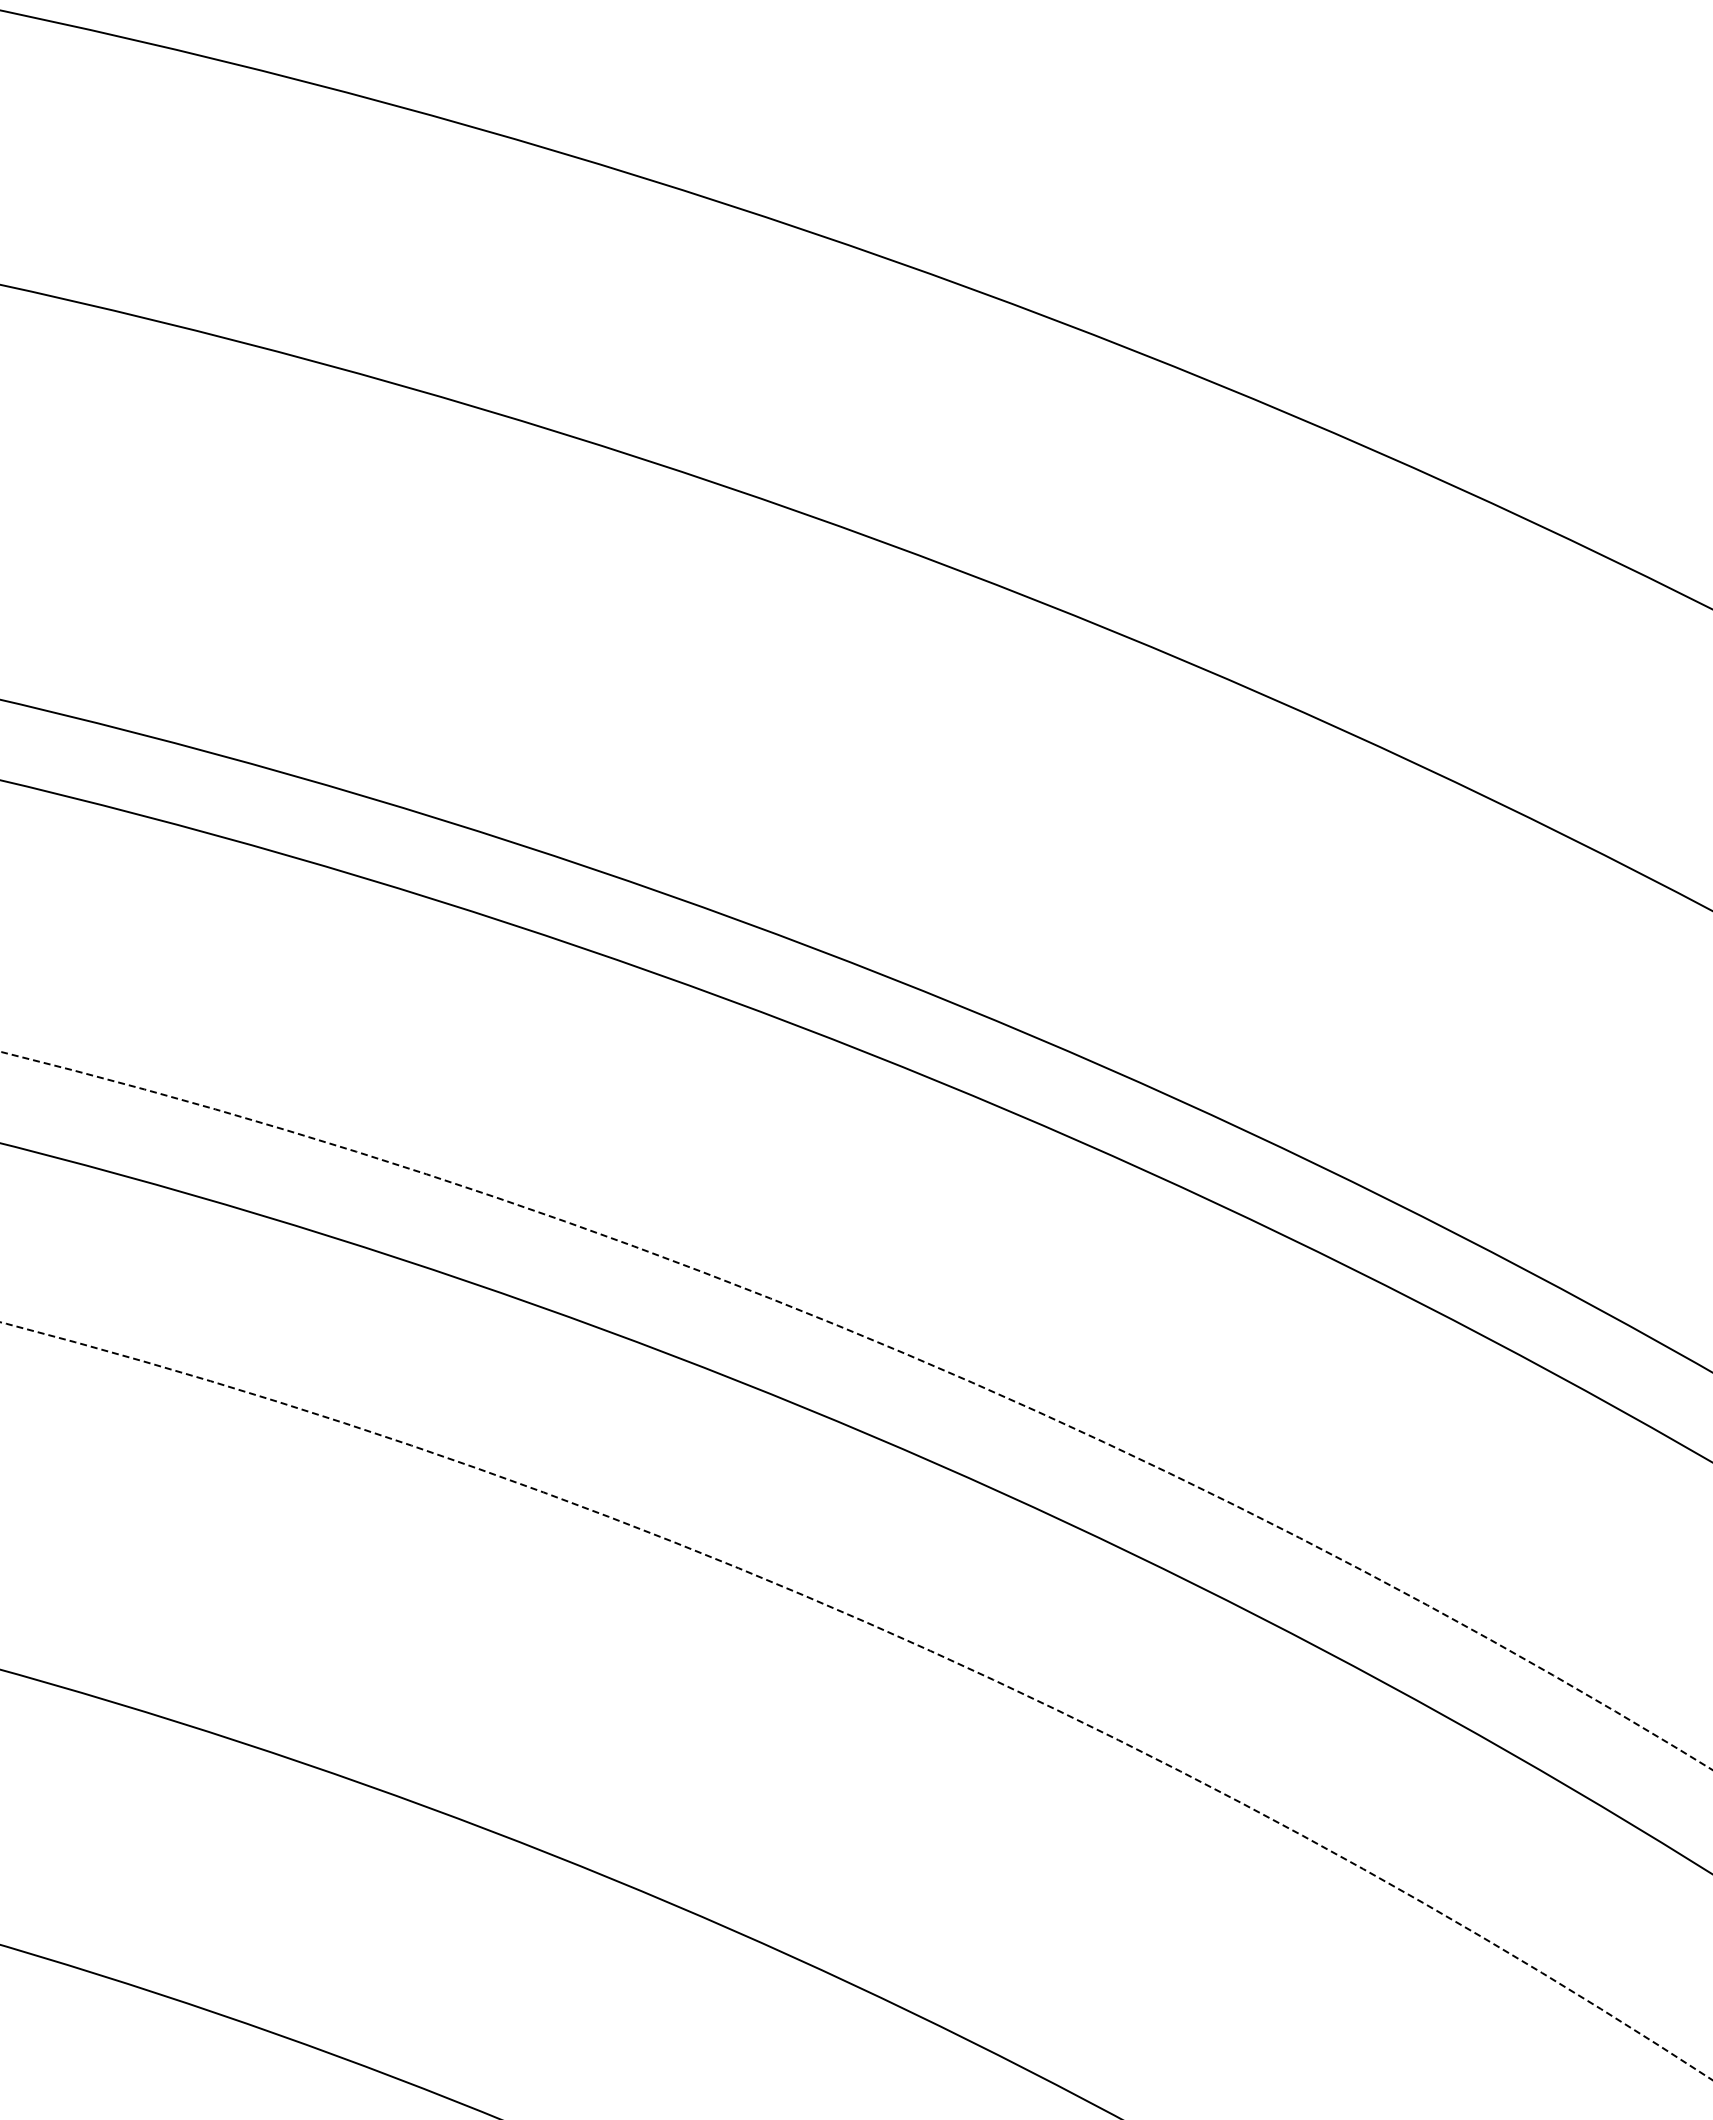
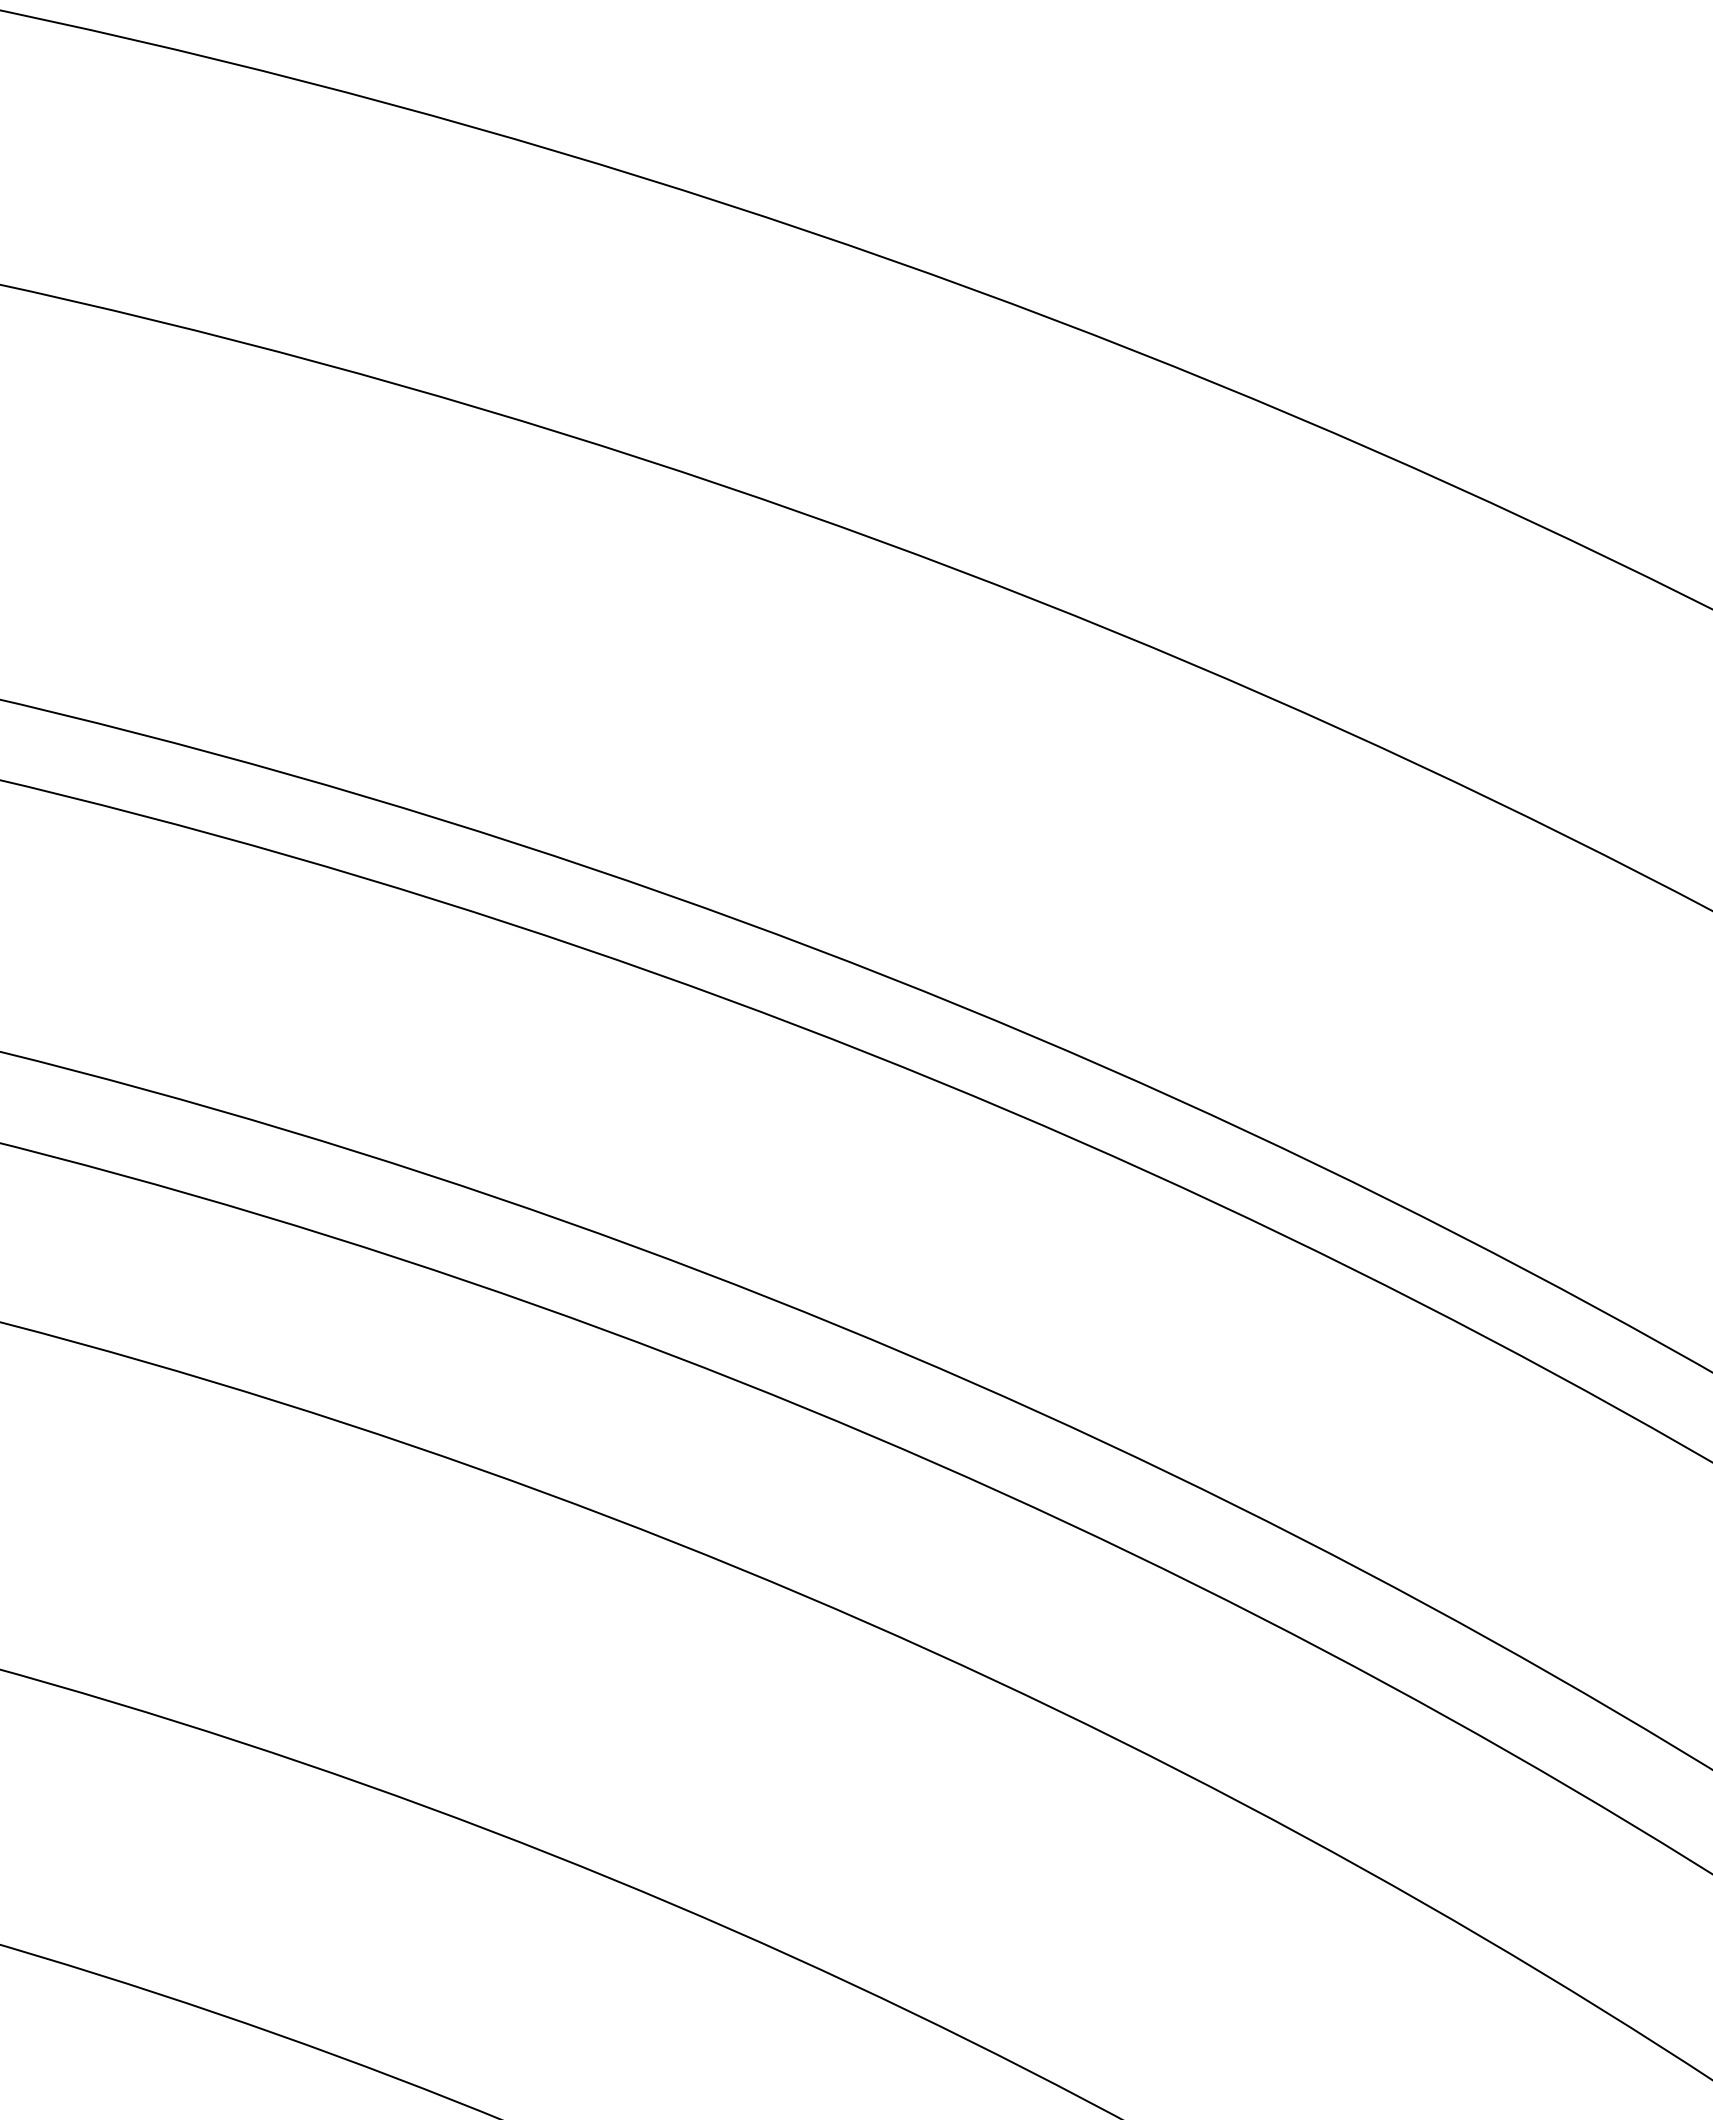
arc at (884, 1345): dashed -> solid
arc at (886, 1631): dashed -> solid
